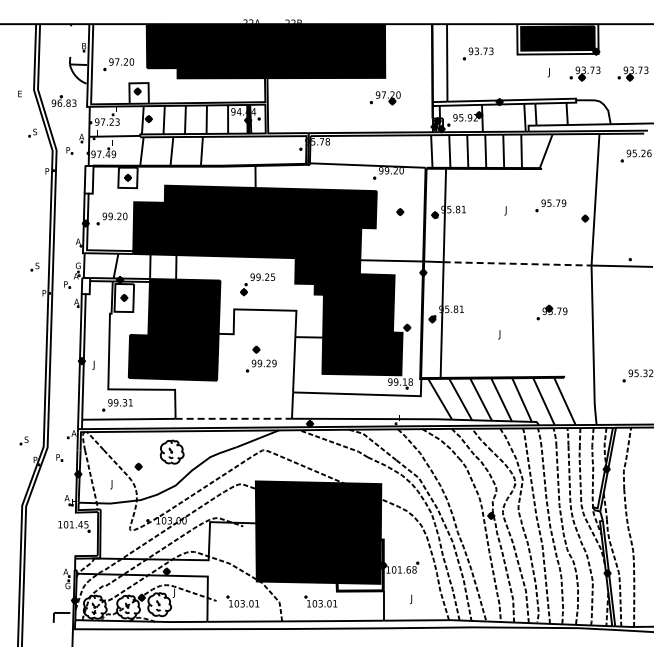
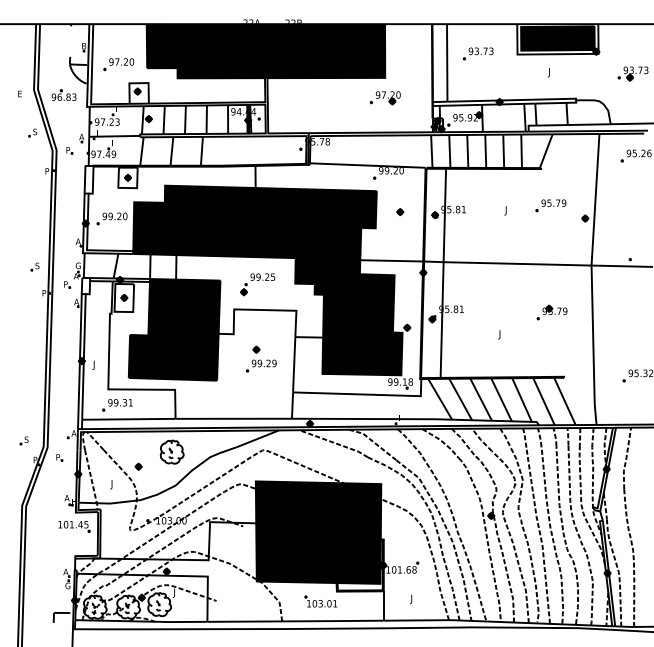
part at (584, 73): present -> none
part at (63, 100) position: (63, 100) -> (63, 94)
line at (516, 263): dashed -> solid
line at (234, 418): dashed -> solid
part at (242, 601): present -> none
